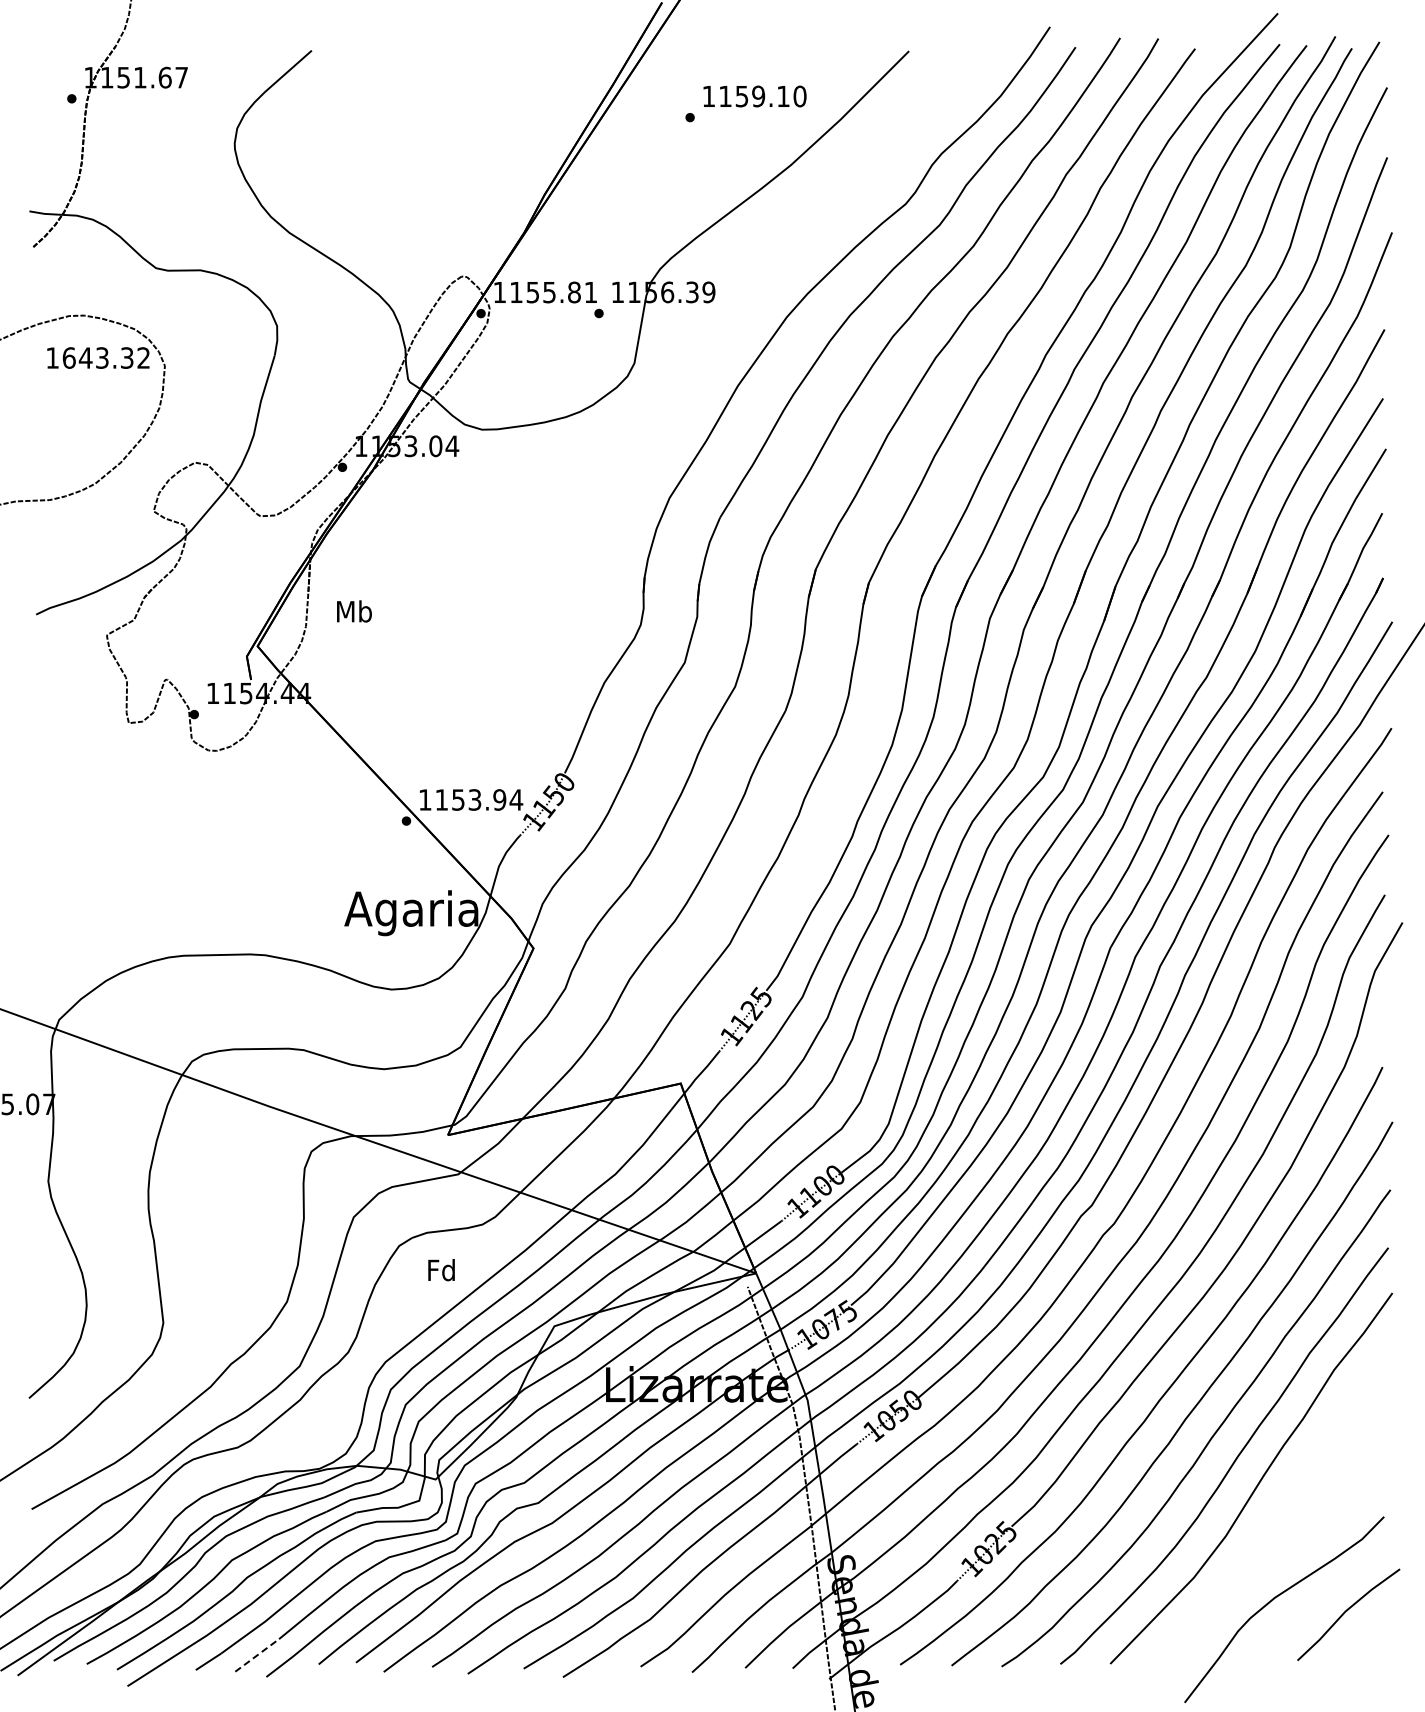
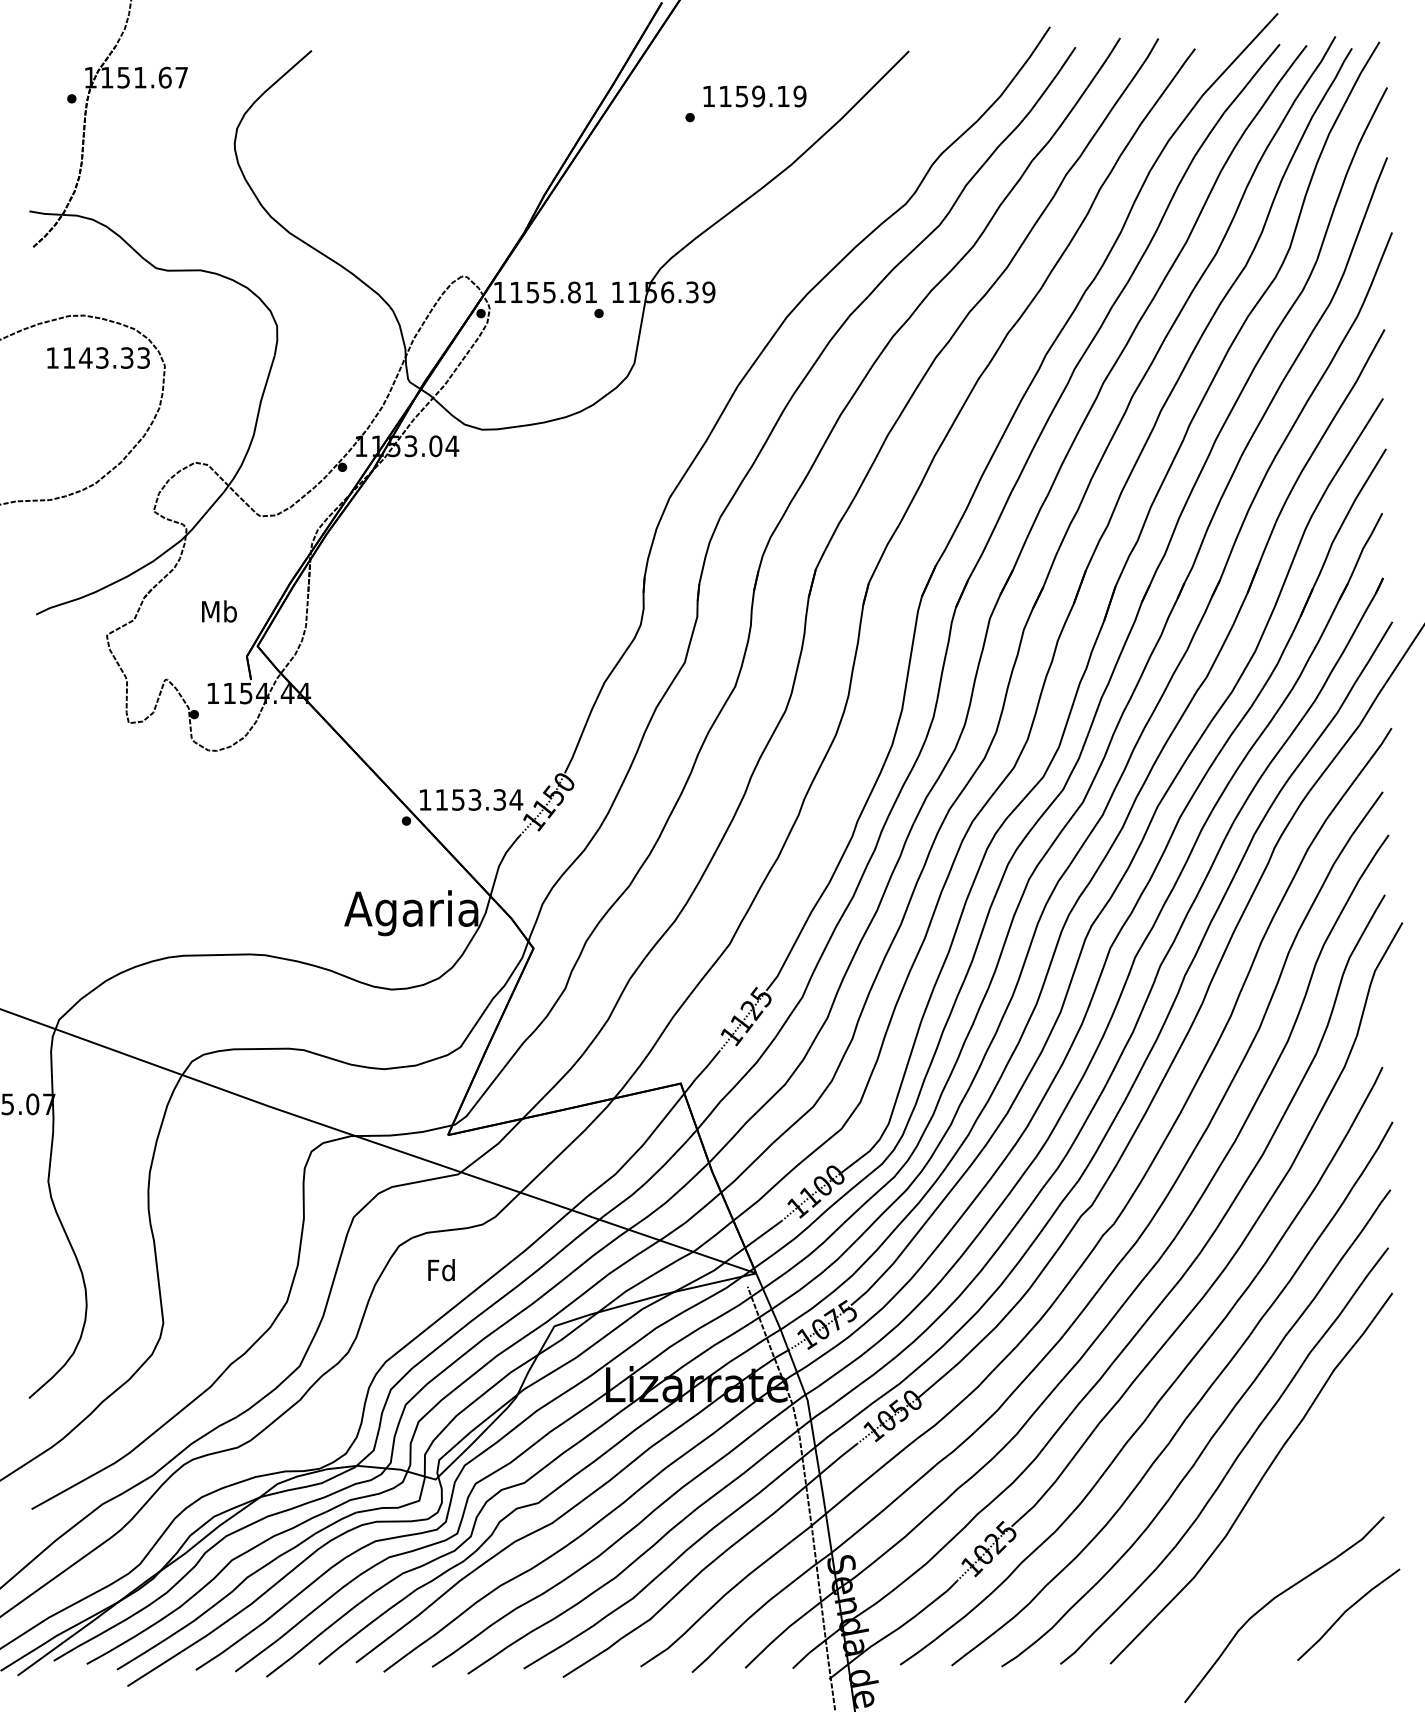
text at (799, 96): 1159.10 -> 1159.19
text at (105, 357): 1643.32 -> 1143.33
text at (354, 611) position: (354, 611) -> (219, 611)
text at (499, 799): 1153.94 -> 1153.34
line at (256, 1655): dashed -> solid
